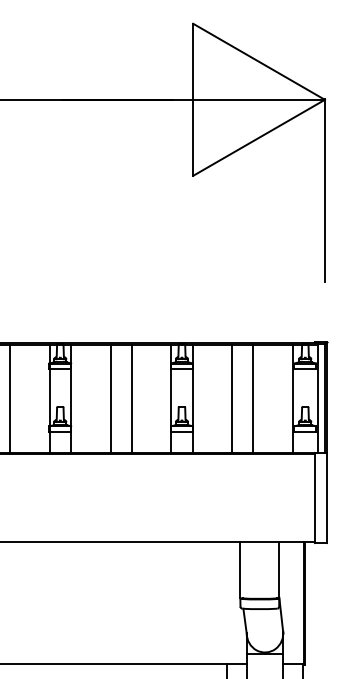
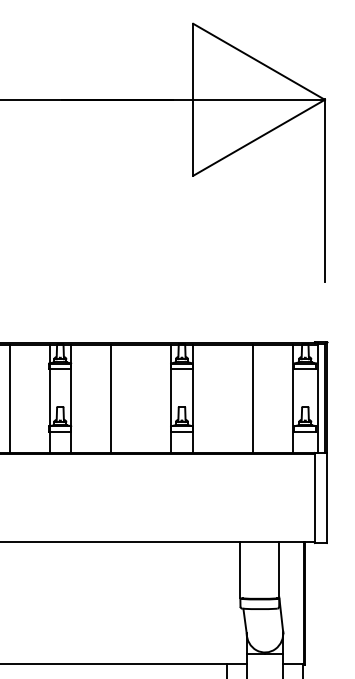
line at (131, 398): present -> none
line at (232, 398): present -> none
